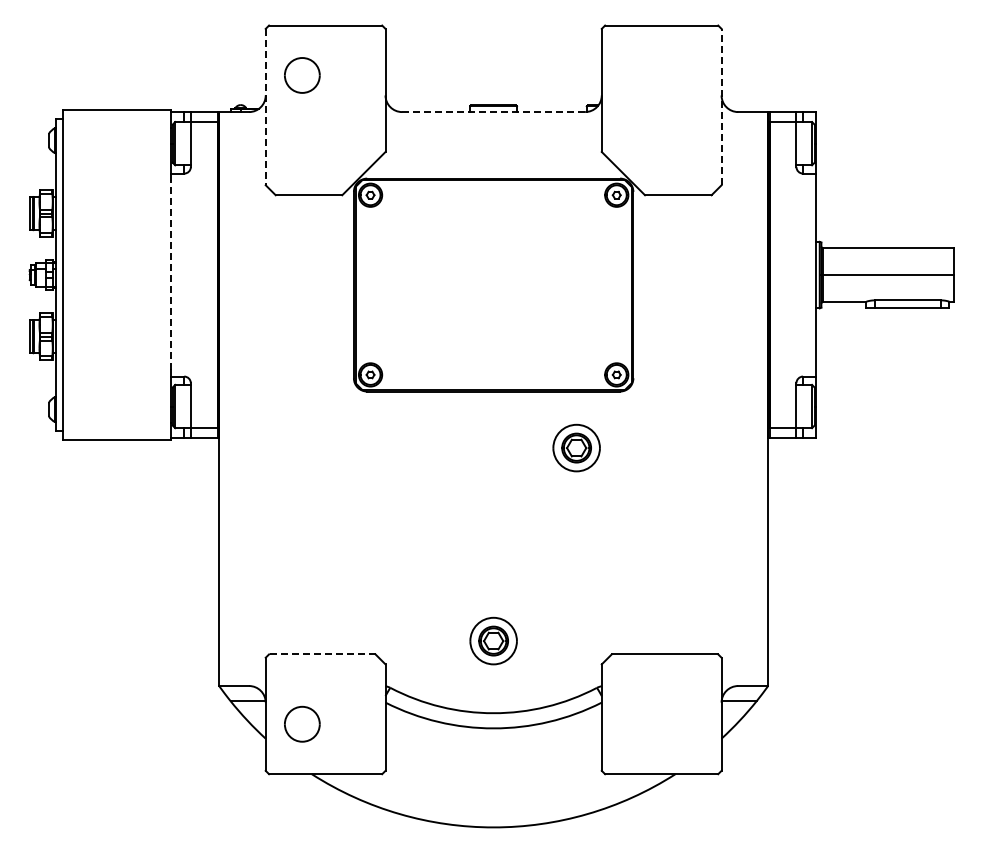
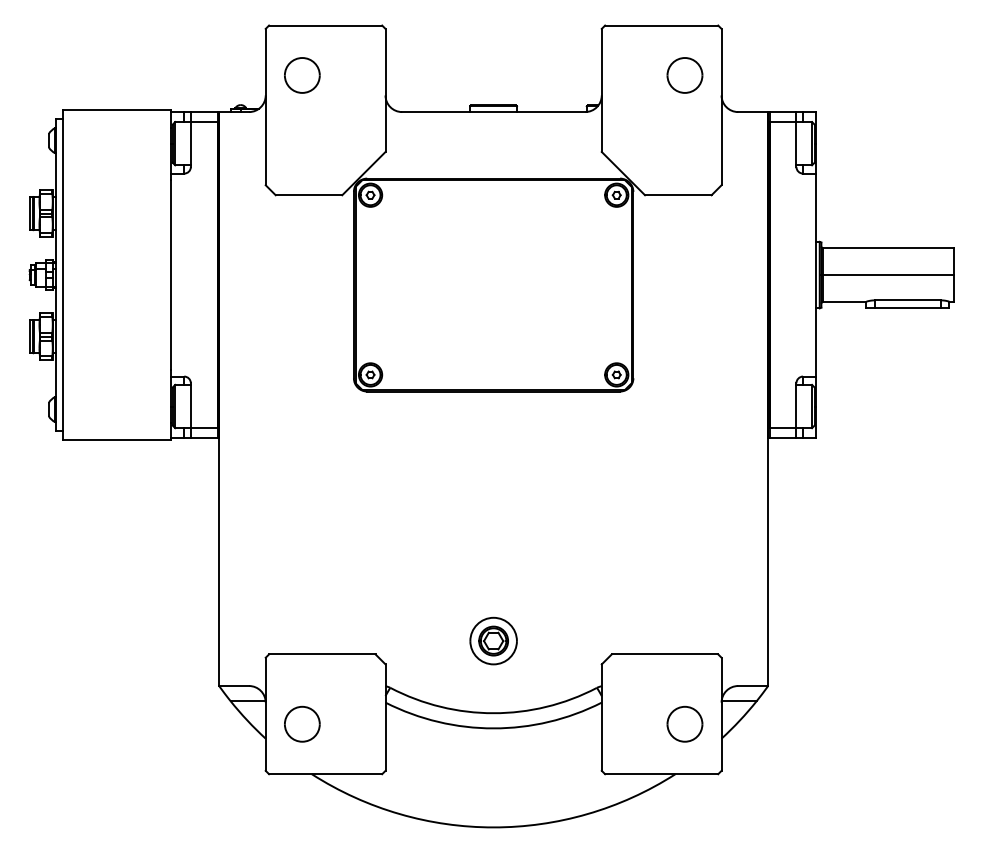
part at (684, 75): none -> present
line at (721, 106): dashed -> solid
line at (265, 107): dashed -> solid
line at (494, 112): dashed -> solid
line at (170, 275): dashed -> solid
part at (576, 447): present -> none
line at (321, 654): dashed -> solid
part at (684, 723): none -> present
